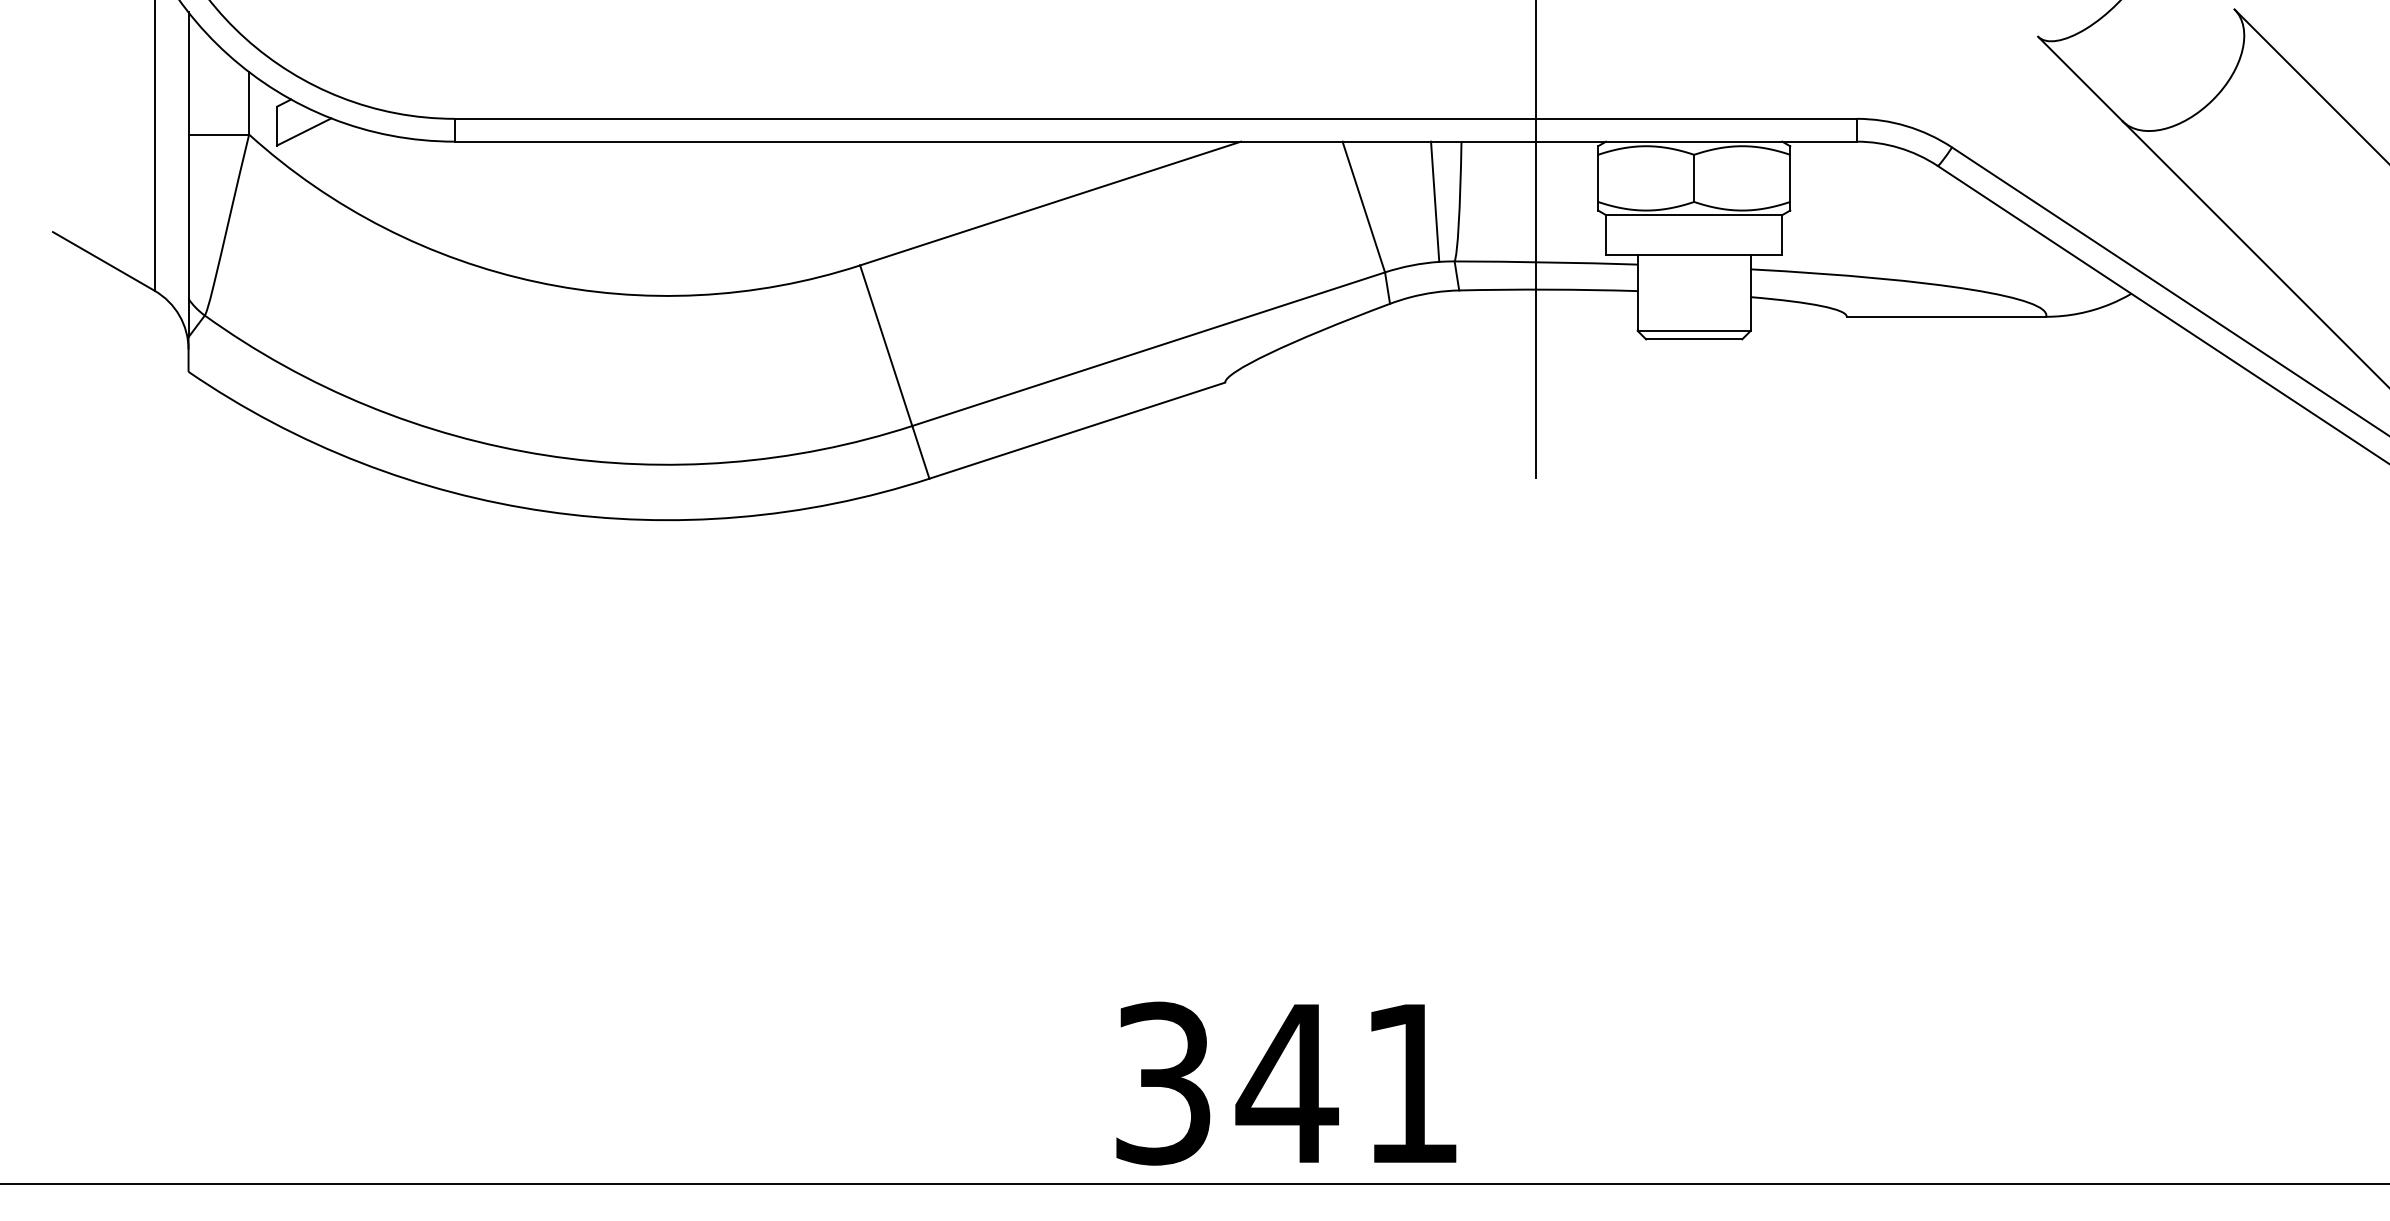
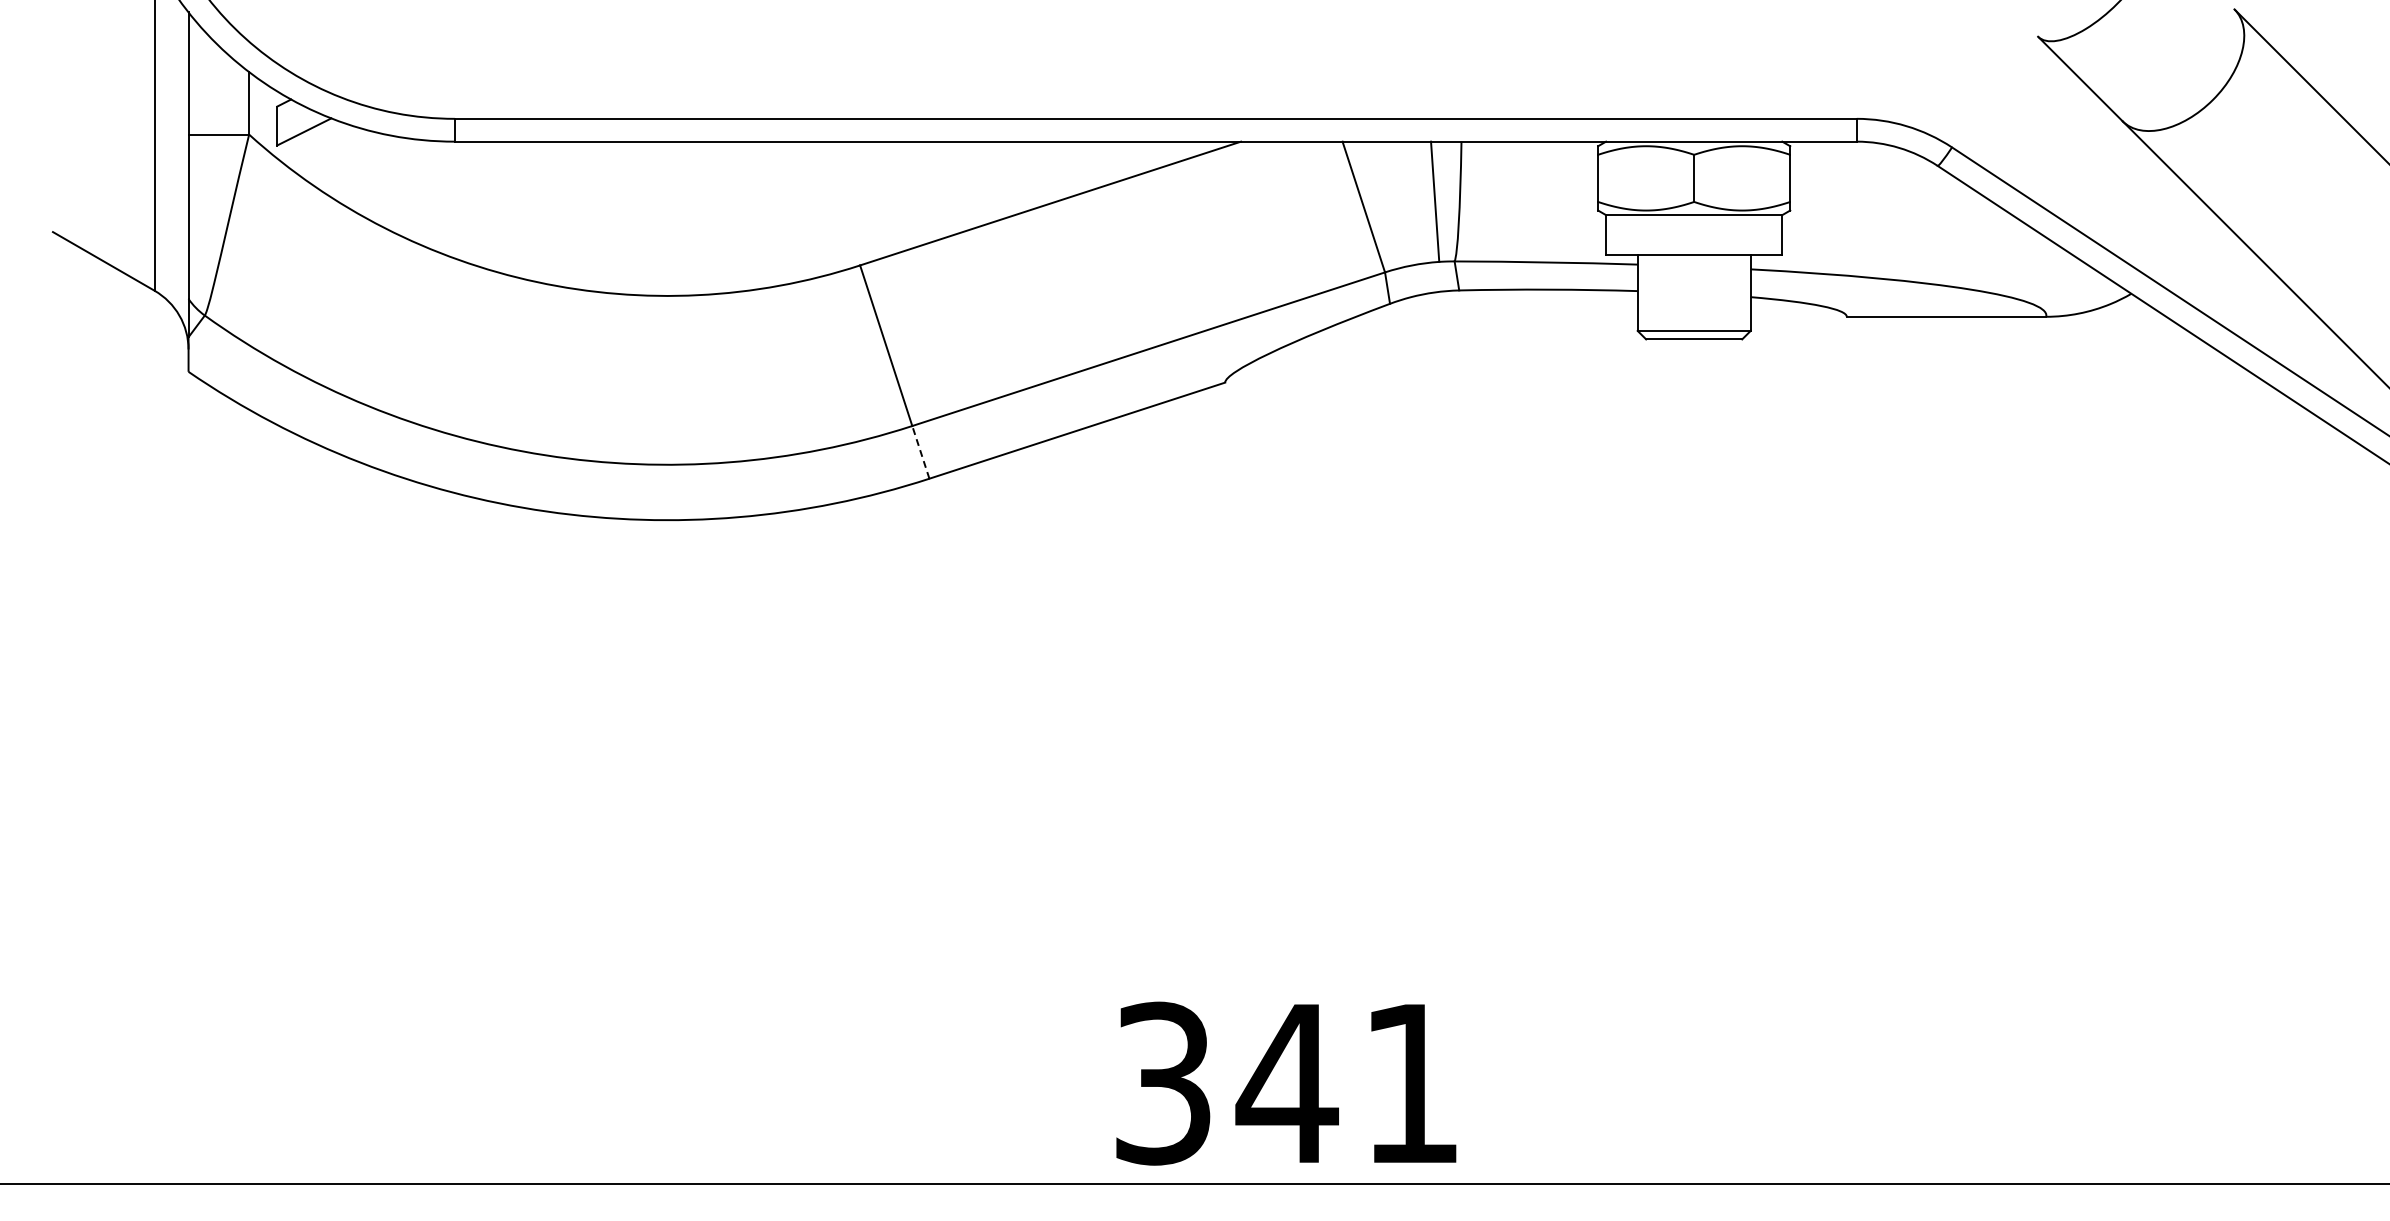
line at (1536, 240): present -> none
line at (920, 452): solid -> dashed
